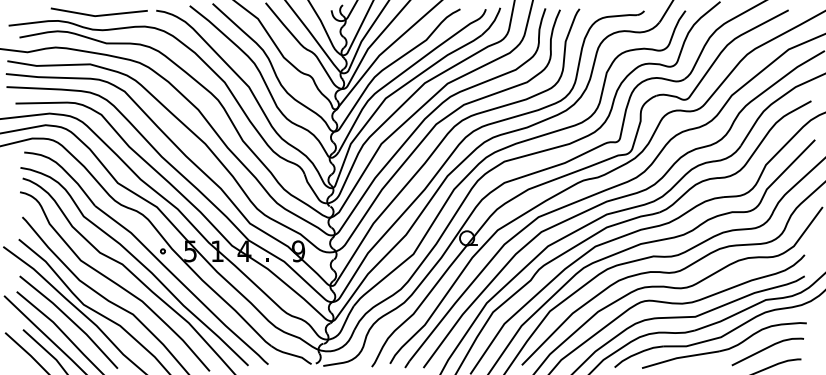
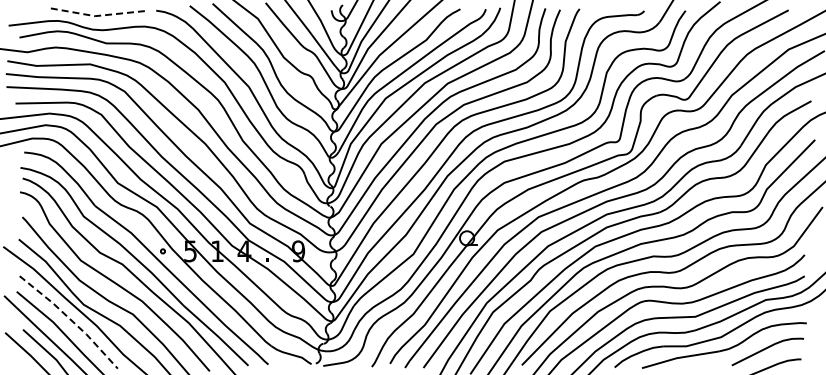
line at (99, 15): solid -> dashed
line at (71, 320): solid -> dashed
